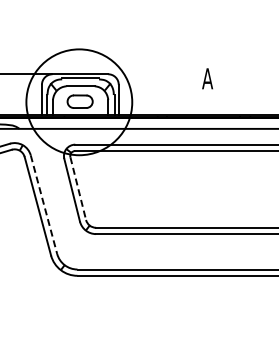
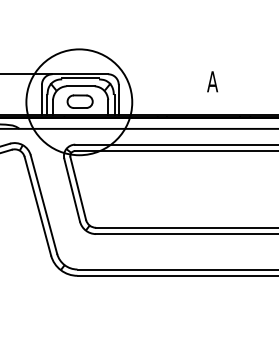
text at (207, 78) position: (207, 78) -> (212, 81)
line at (78, 189): dashed -> solid
line at (44, 205): dashed -> solid
